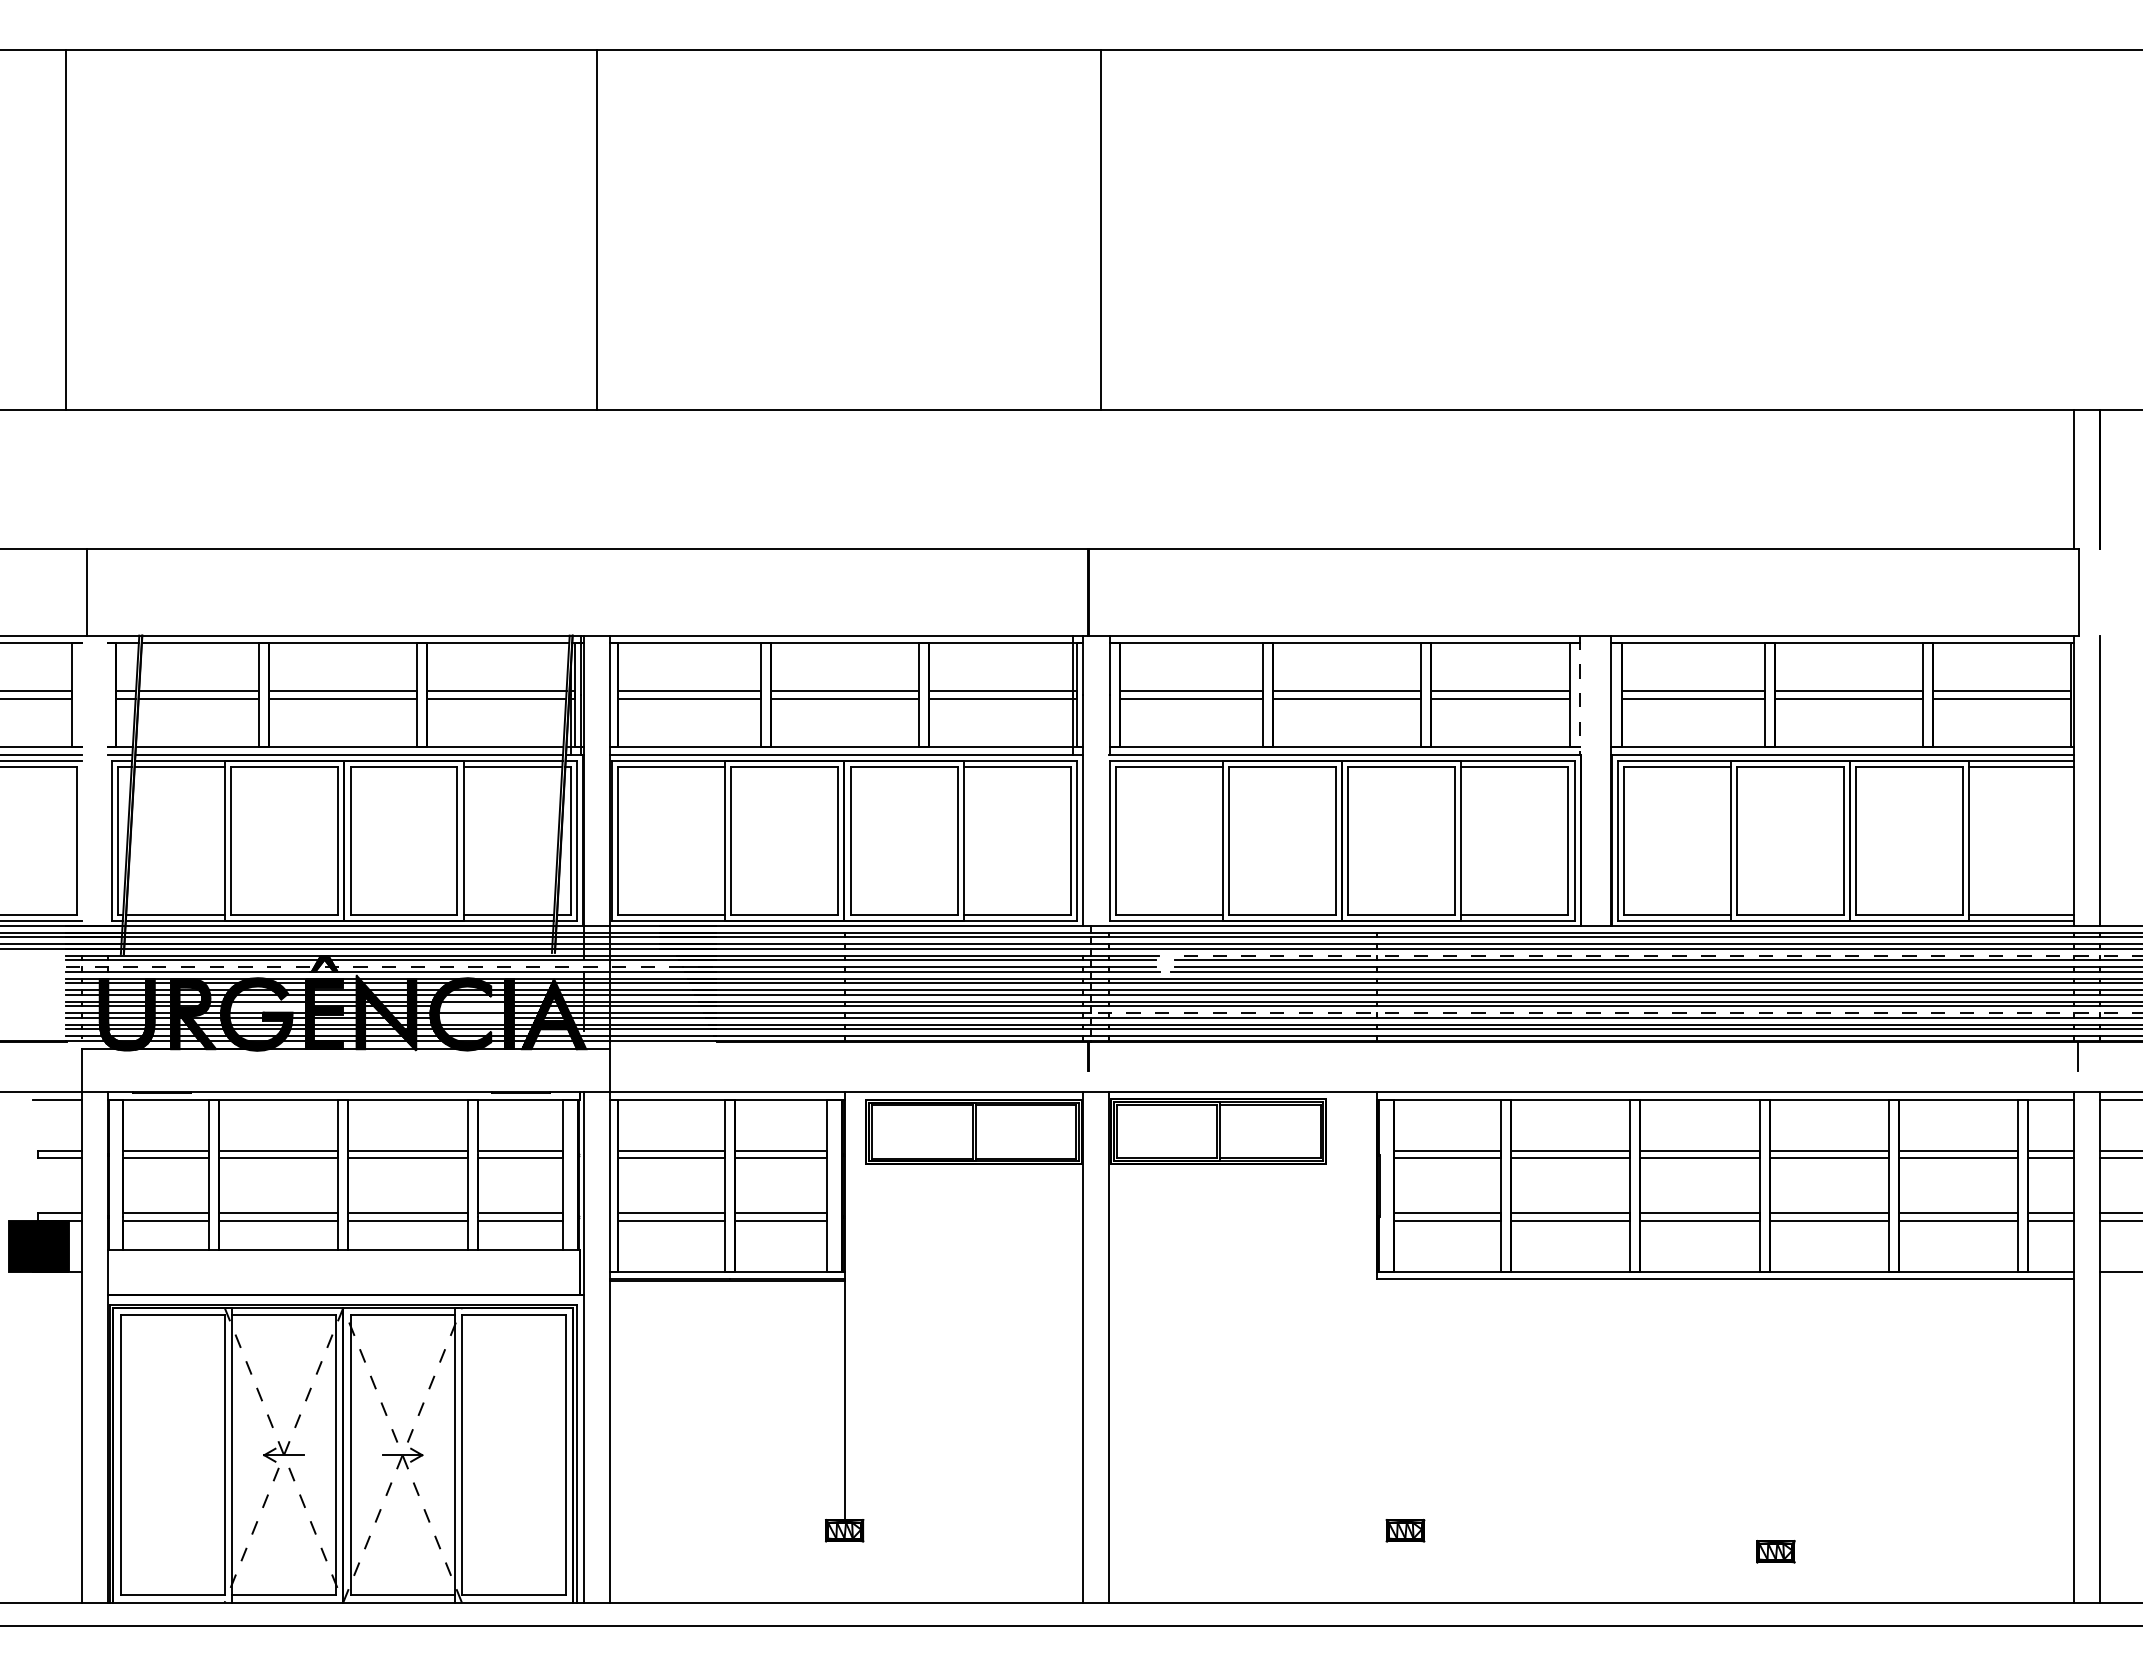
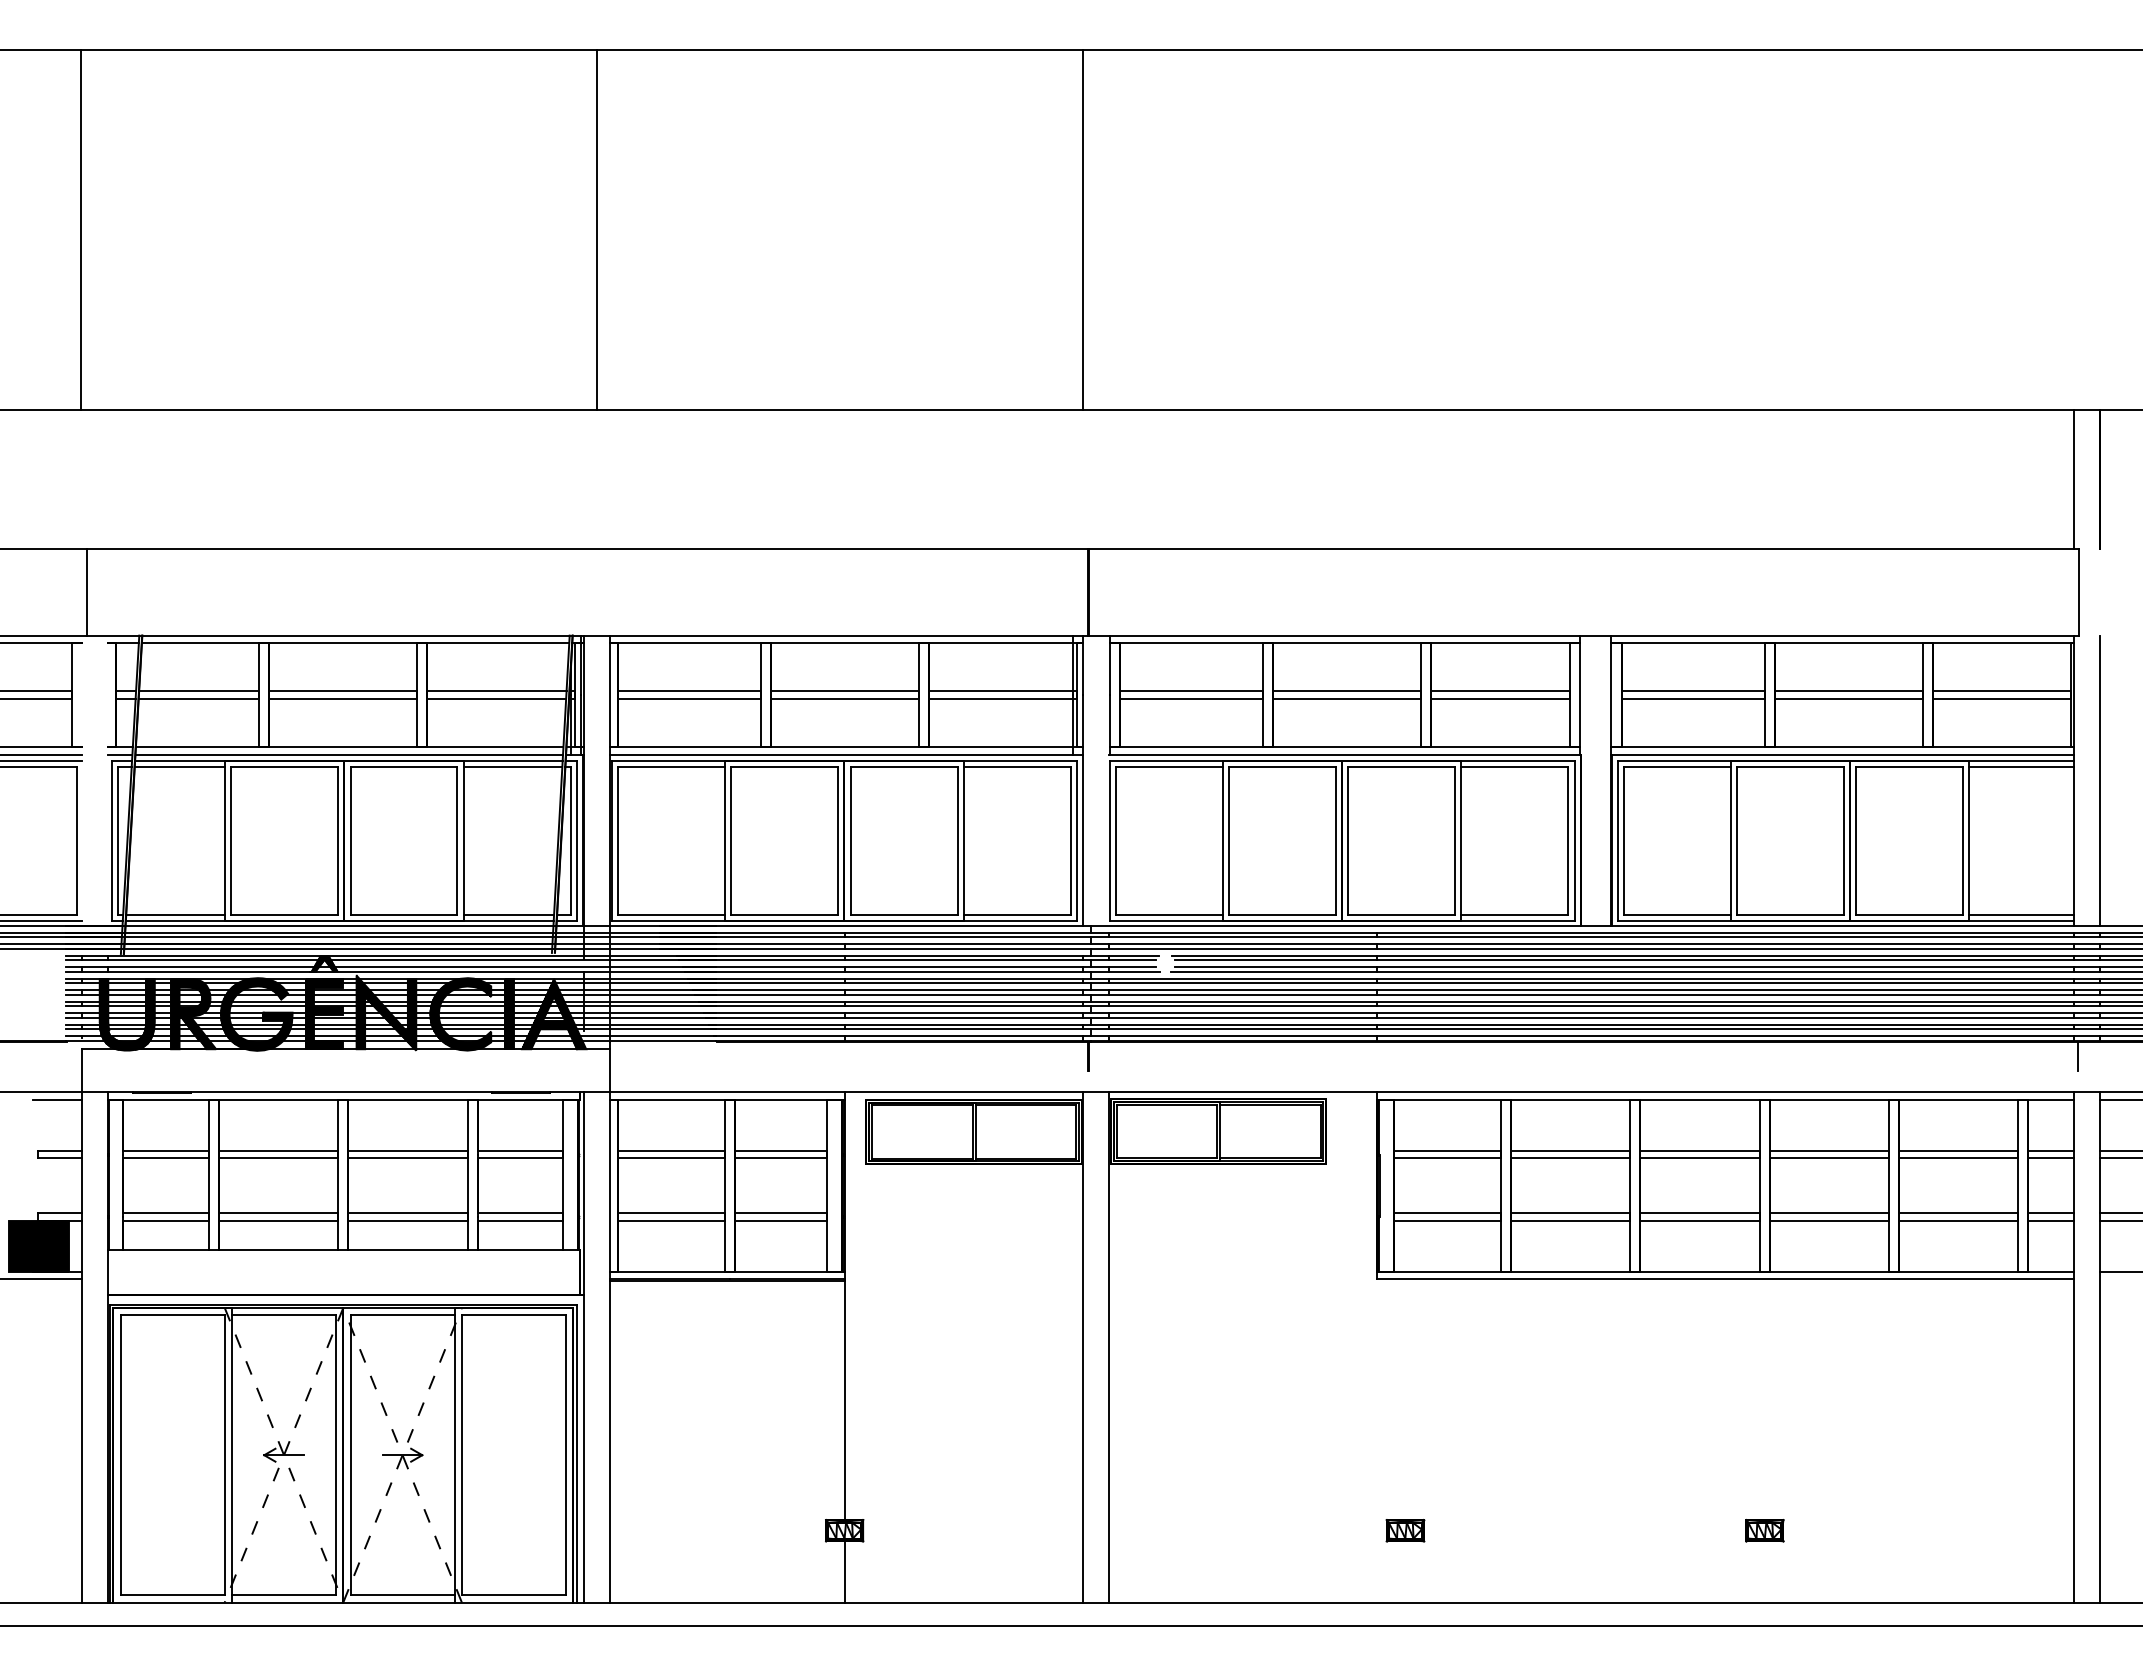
line at (65, 229) position: (65, 229) -> (80, 229)
line at (1101, 229) position: (1101, 229) -> (1083, 229)
line at (1580, 695): dashed -> solid
line at (1657, 955): dashed -> solid
line at (391, 967): dashed -> solid
line at (267, 1006): none -> present
line at (472, 1006): none -> present
line at (1616, 1013): dashed -> solid
line at (472, 1017): none -> present
line at (41, 1279): none -> present
part at (1775, 1551) position: (1775, 1551) -> (1764, 1530)
line at (844, 1571): none -> present
